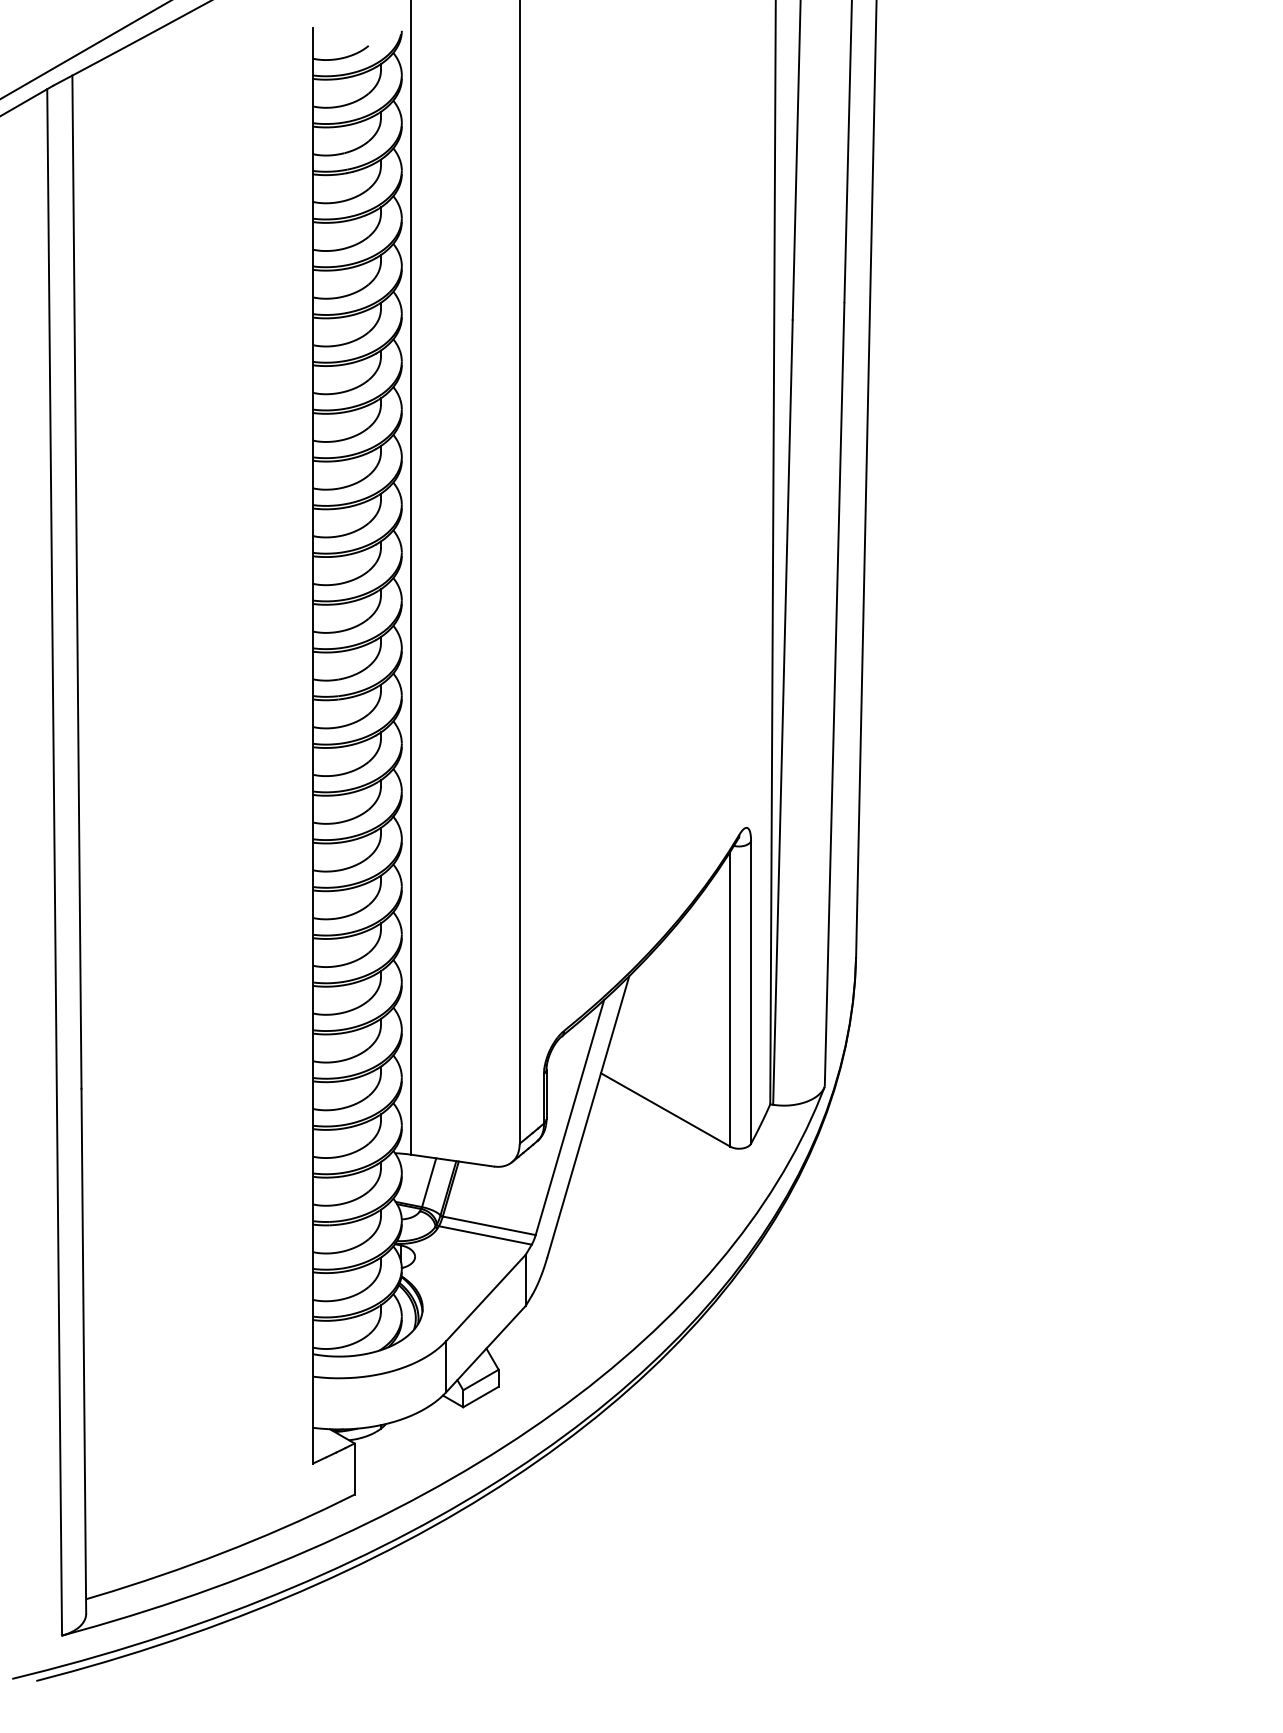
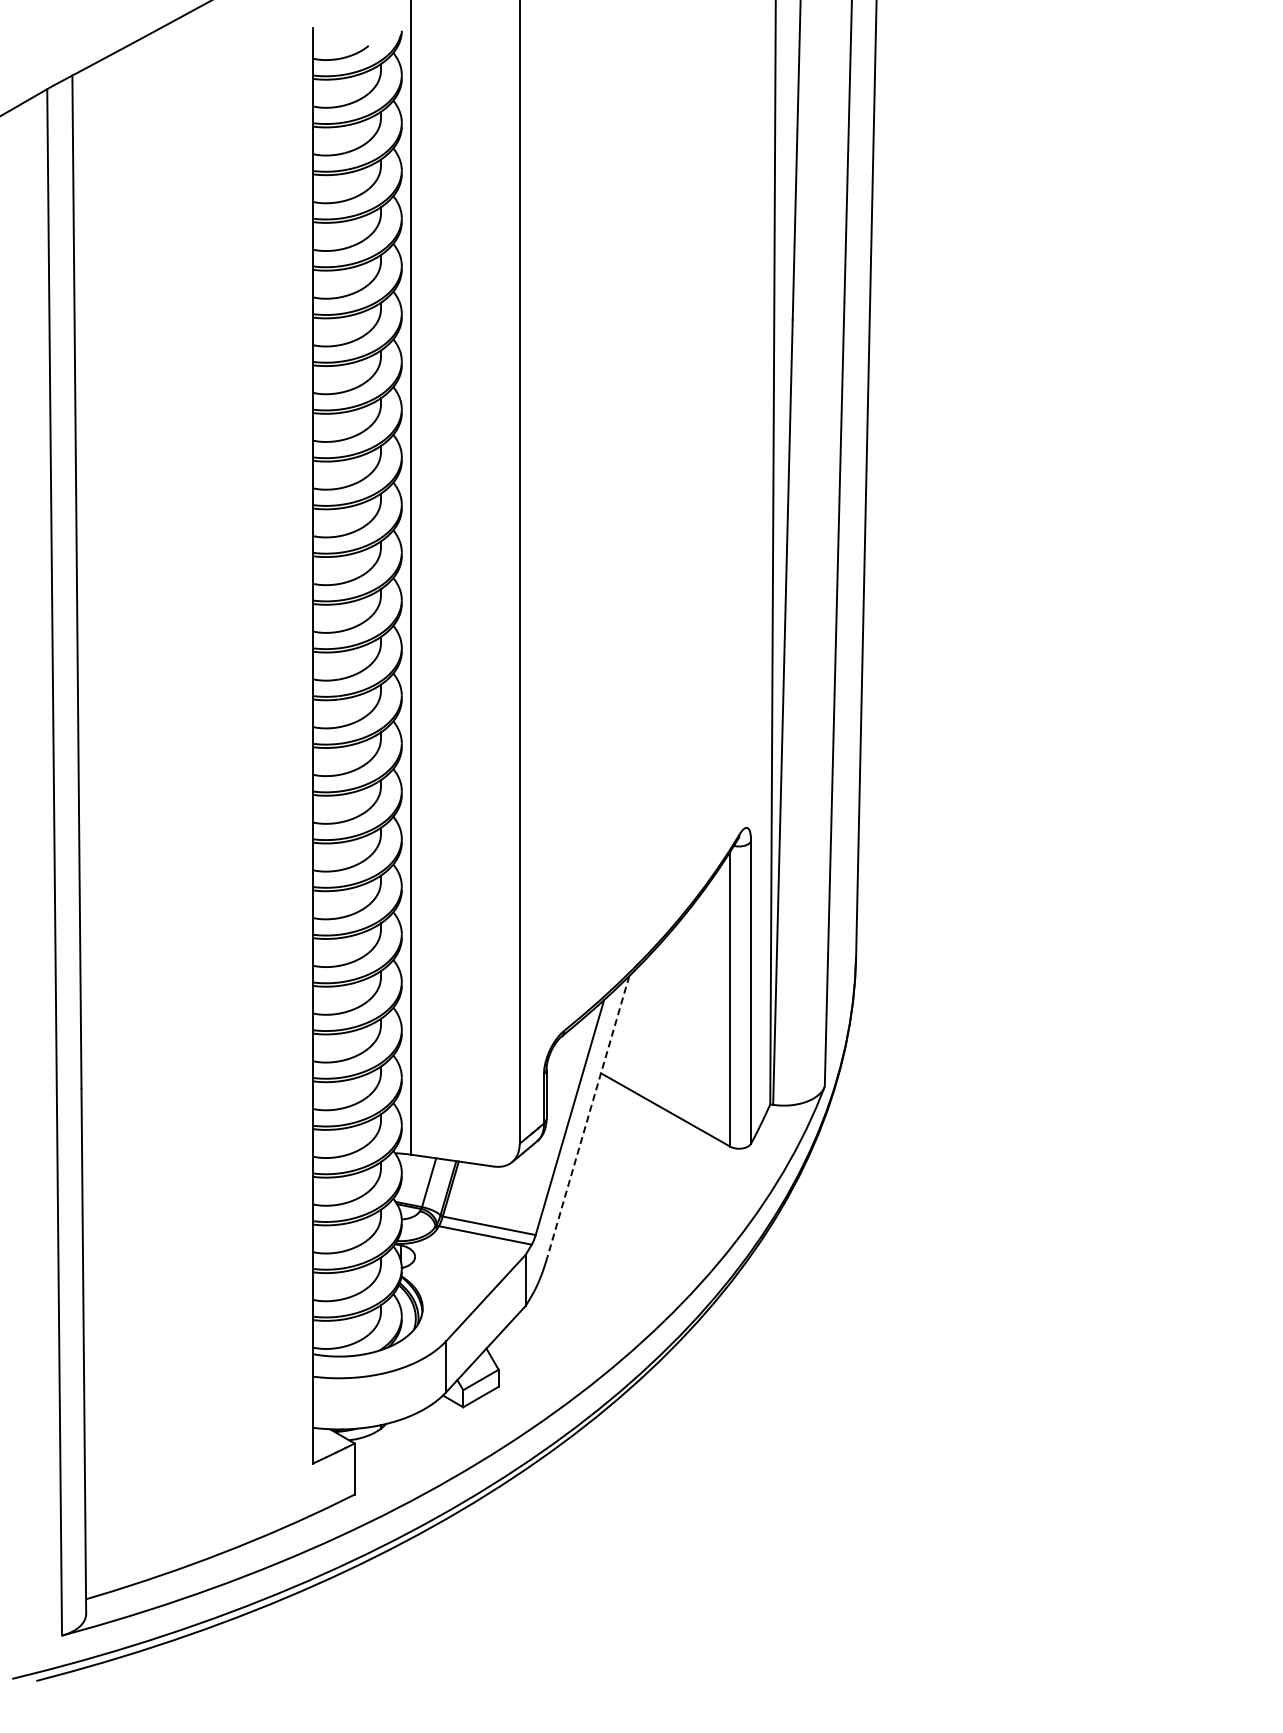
line at (85, 50): present -> none
line at (588, 1117): solid -> dashed
